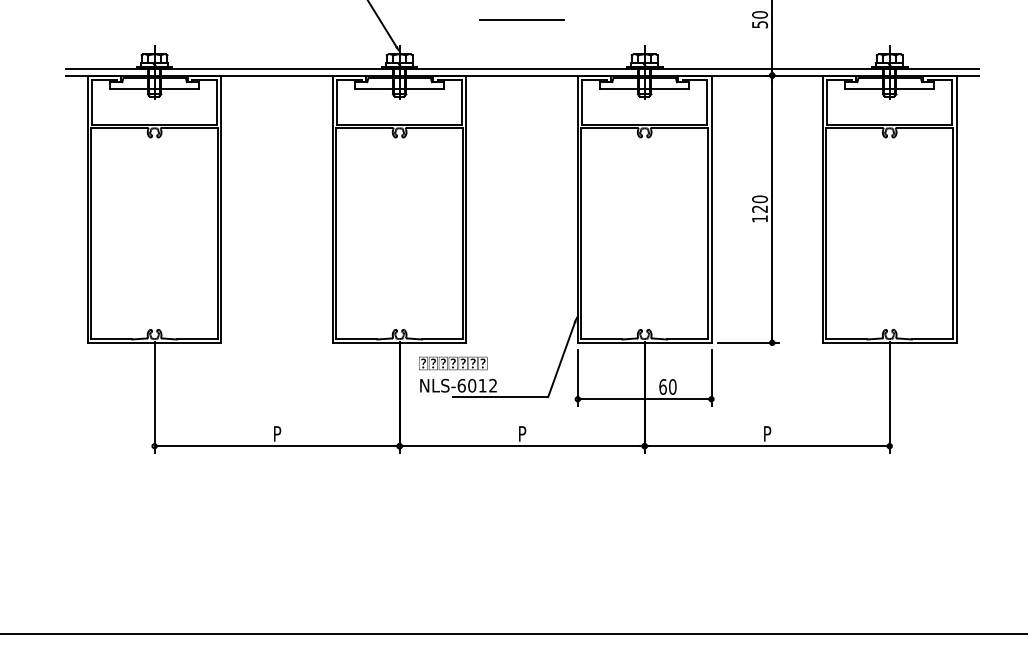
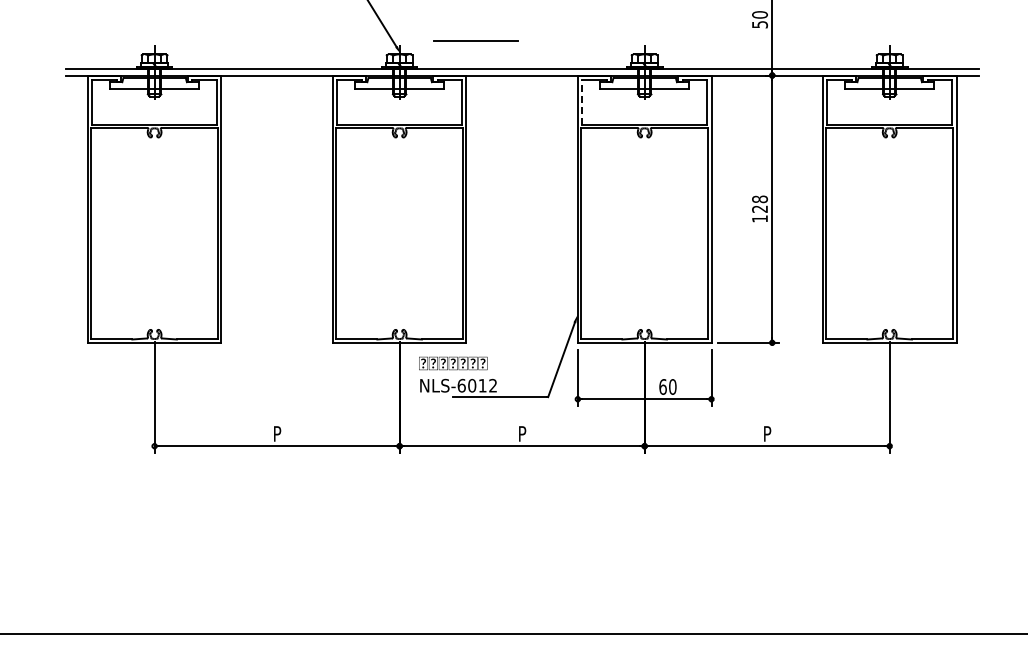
line at (521, 19) position: (521, 19) -> (475, 40)
line at (582, 101): solid -> dashed
text at (759, 199): 120 -> 128
